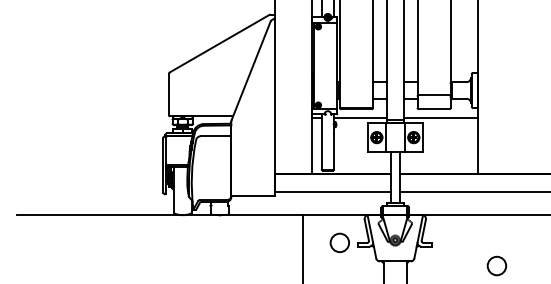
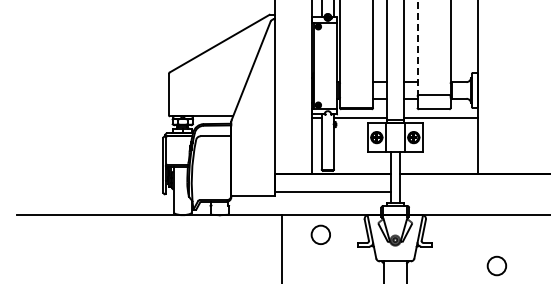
line at (417, 48): solid -> dashed
line at (473, 191): present -> none
circle at (339, 242) position: (339, 242) -> (320, 234)
line at (302, 247) position: (302, 247) -> (281, 247)
